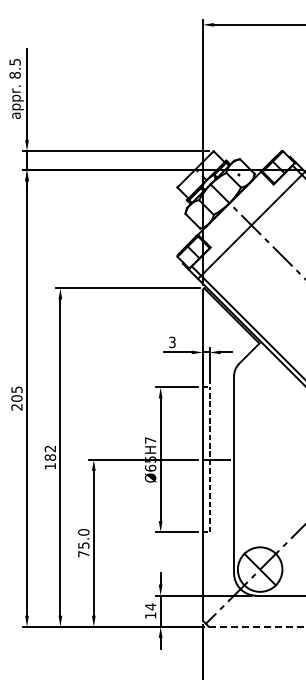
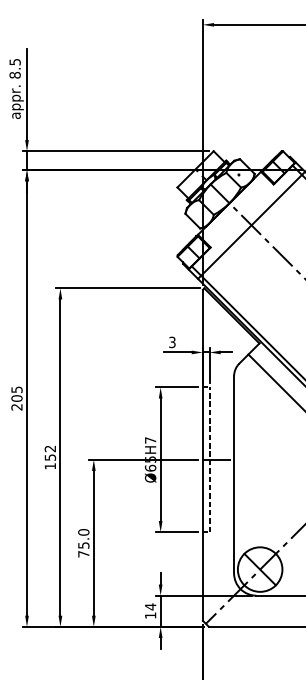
line at (275, 381): none -> present
text at (49, 457): 182 -> 152
line at (257, 626): dashed -> solid
